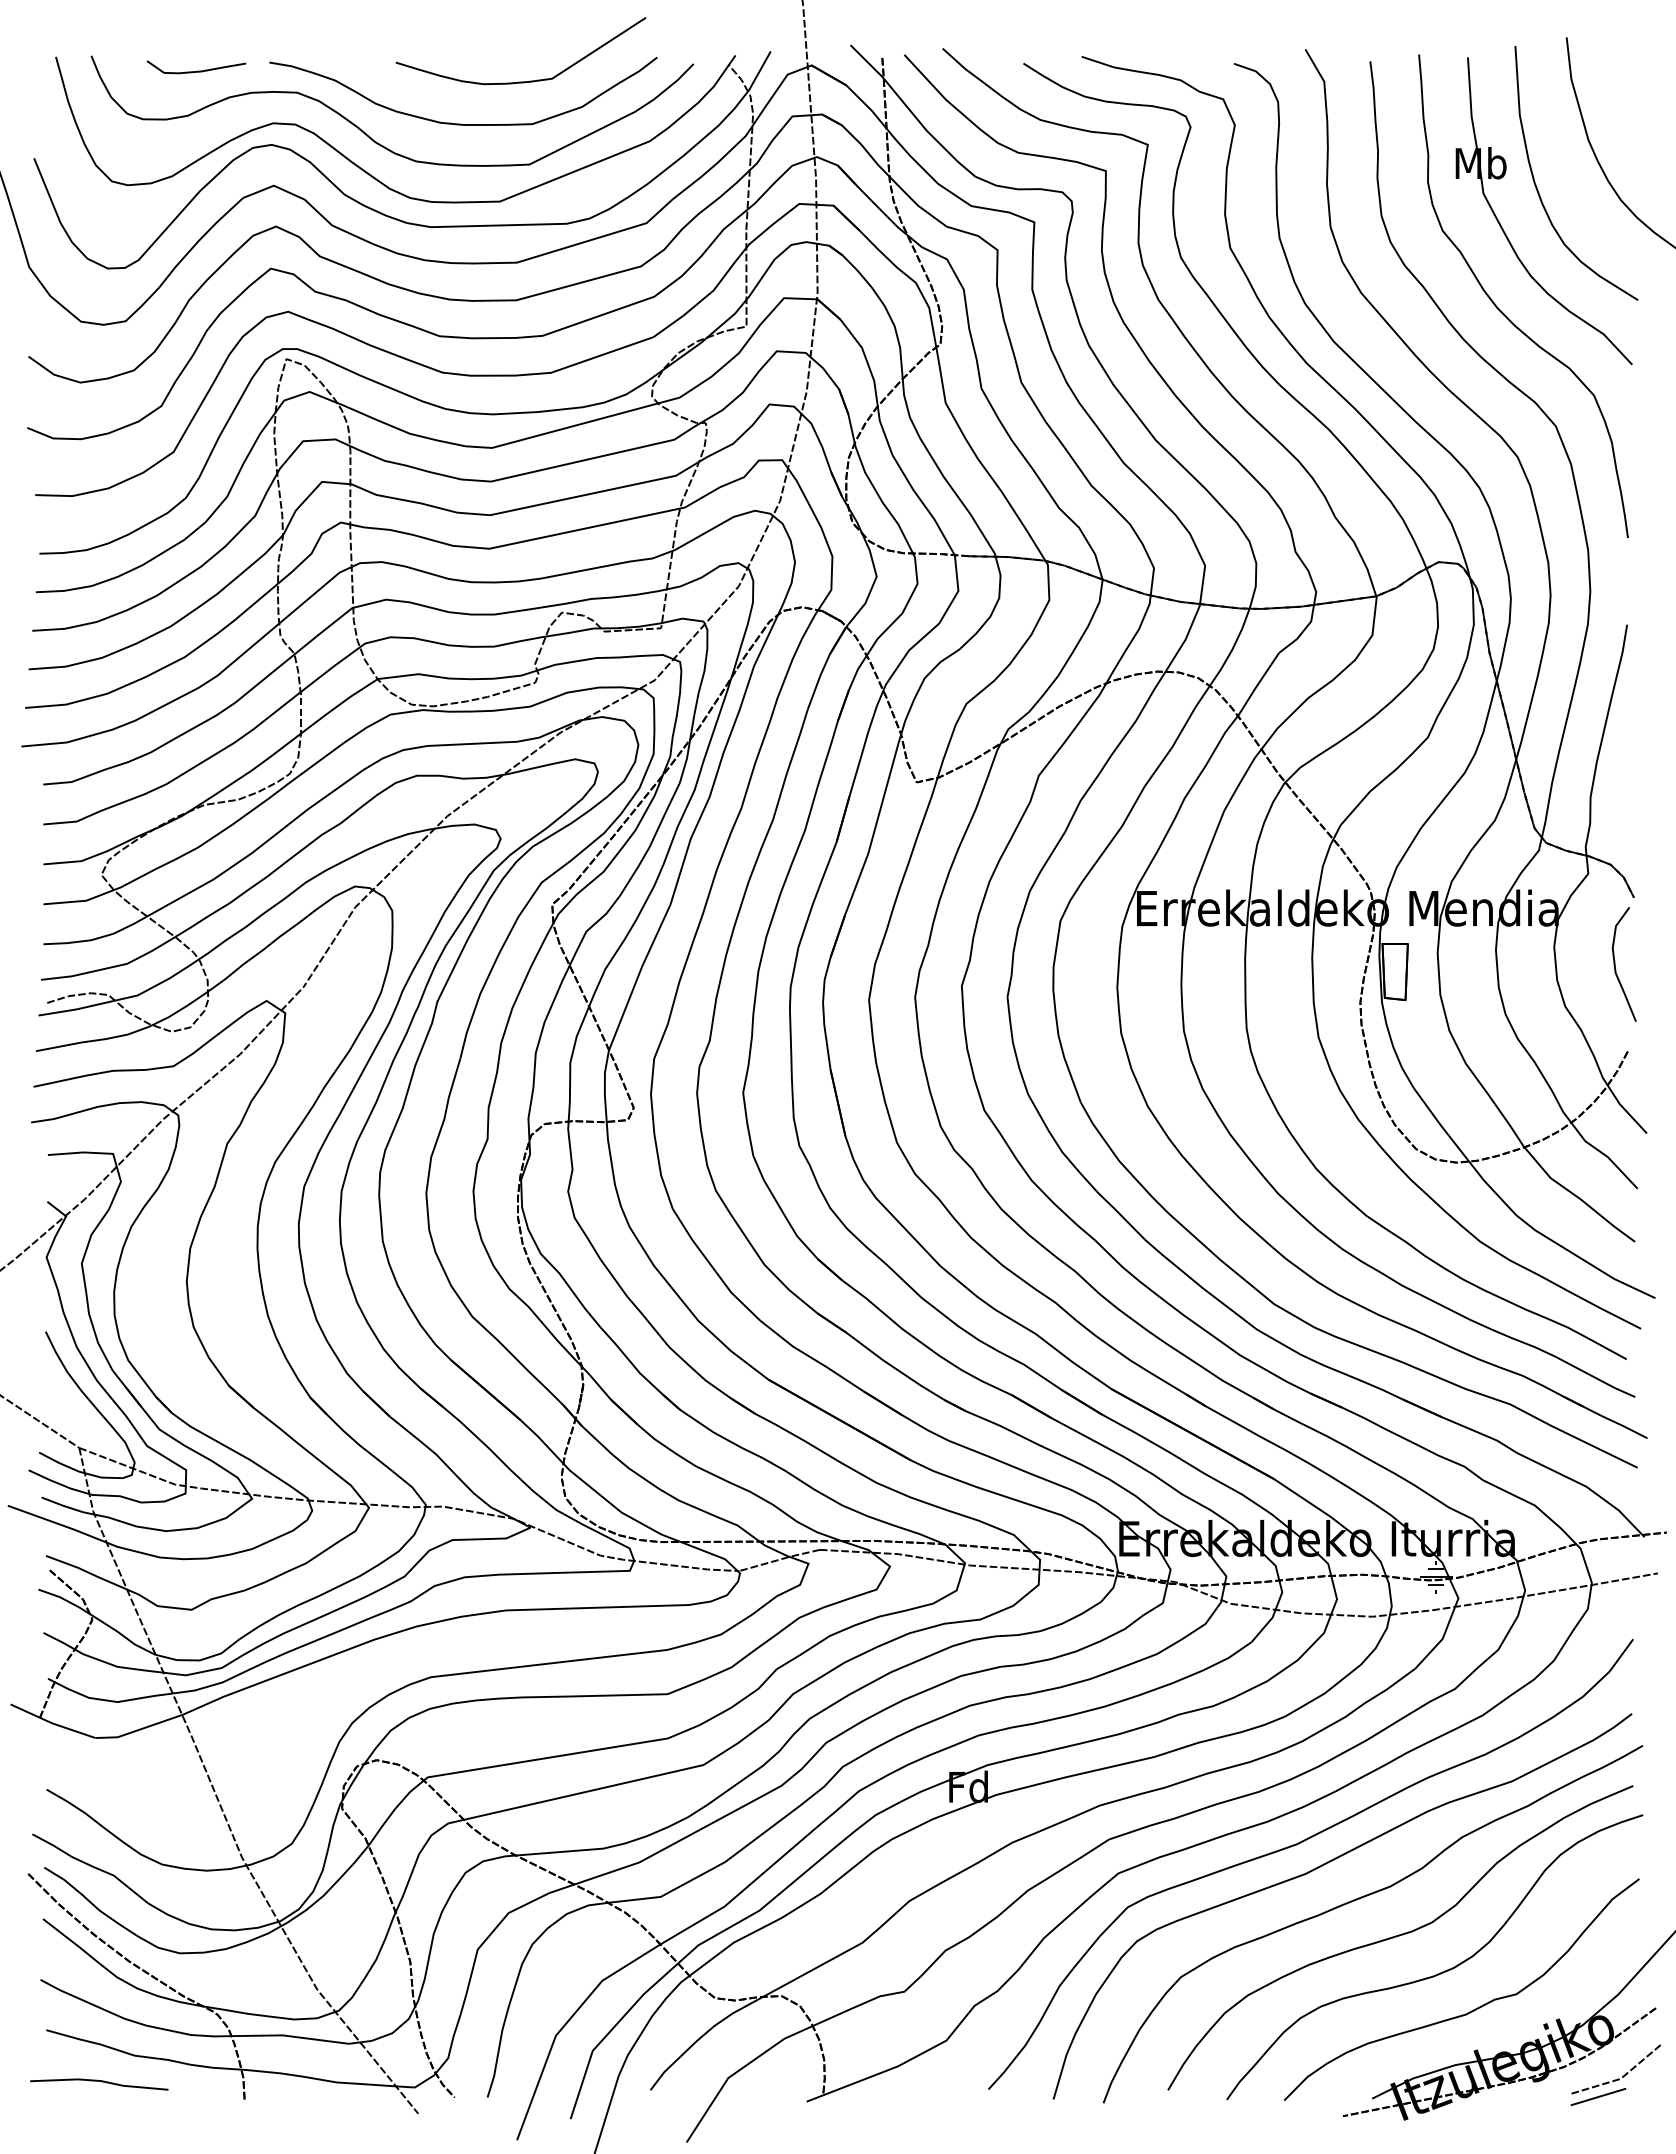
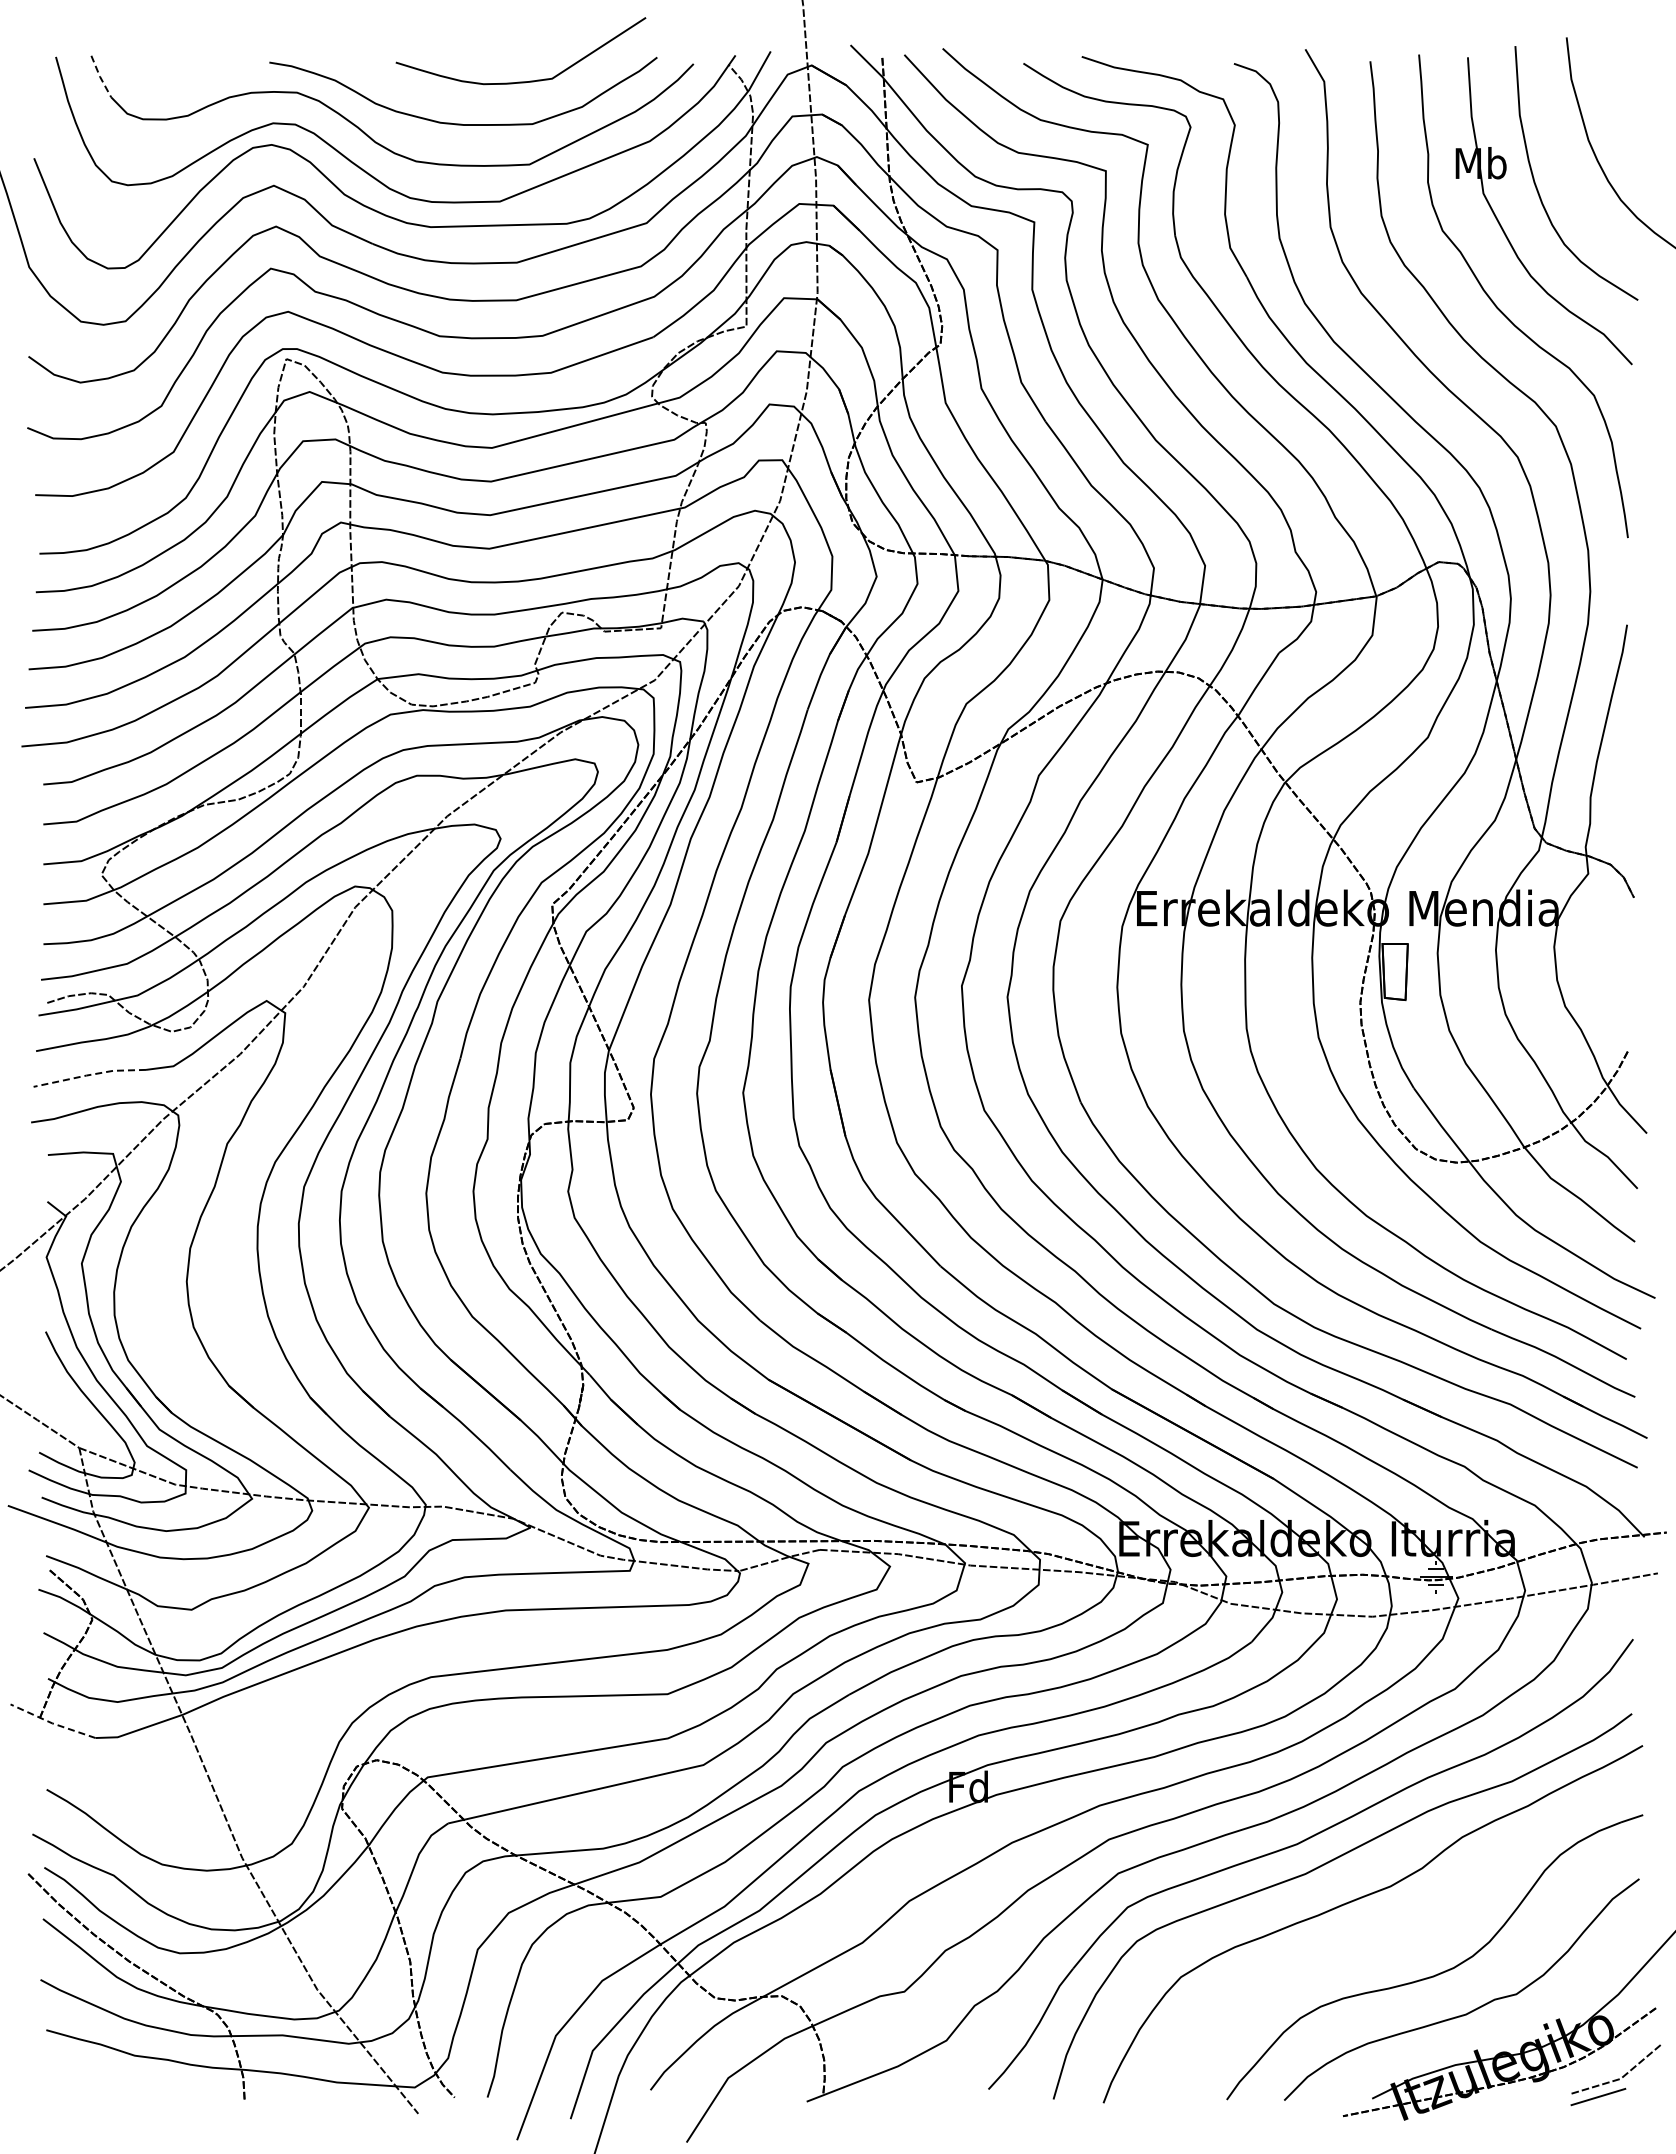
curve at (197, 70): present -> none
line at (100, 76): solid -> dashed
curve at (1615, 964): present -> none
line at (89, 1075): solid -> dashed
line at (52, 1723): solid -> dashed
curve at (1399, 1936): present -> none
line at (101, 2082): present -> none
